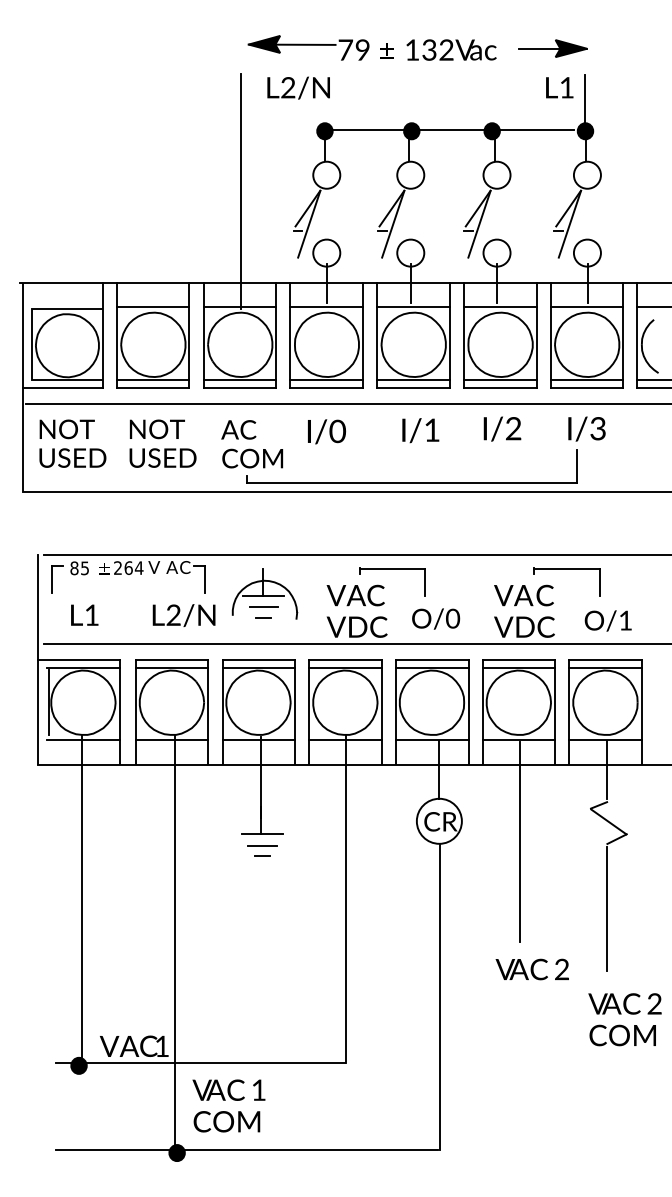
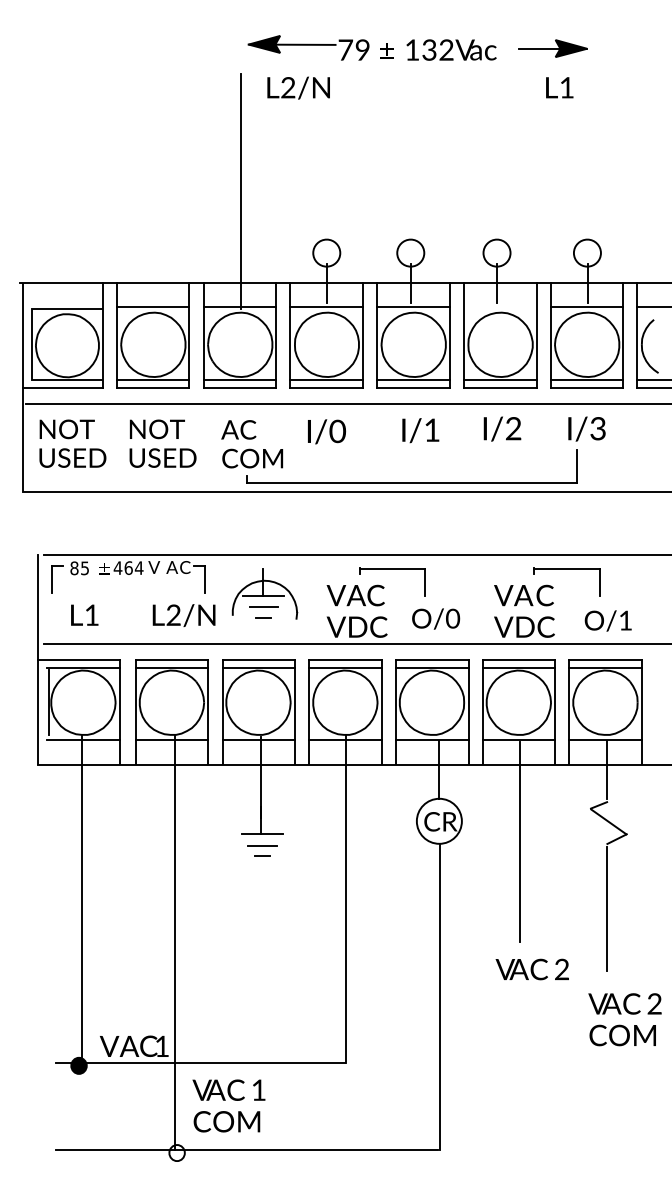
part at (425, 173): present -> none
line at (499, 307): present -> none
text at (117, 567): 264 -> 464
fill at (176, 1153): present -> none
